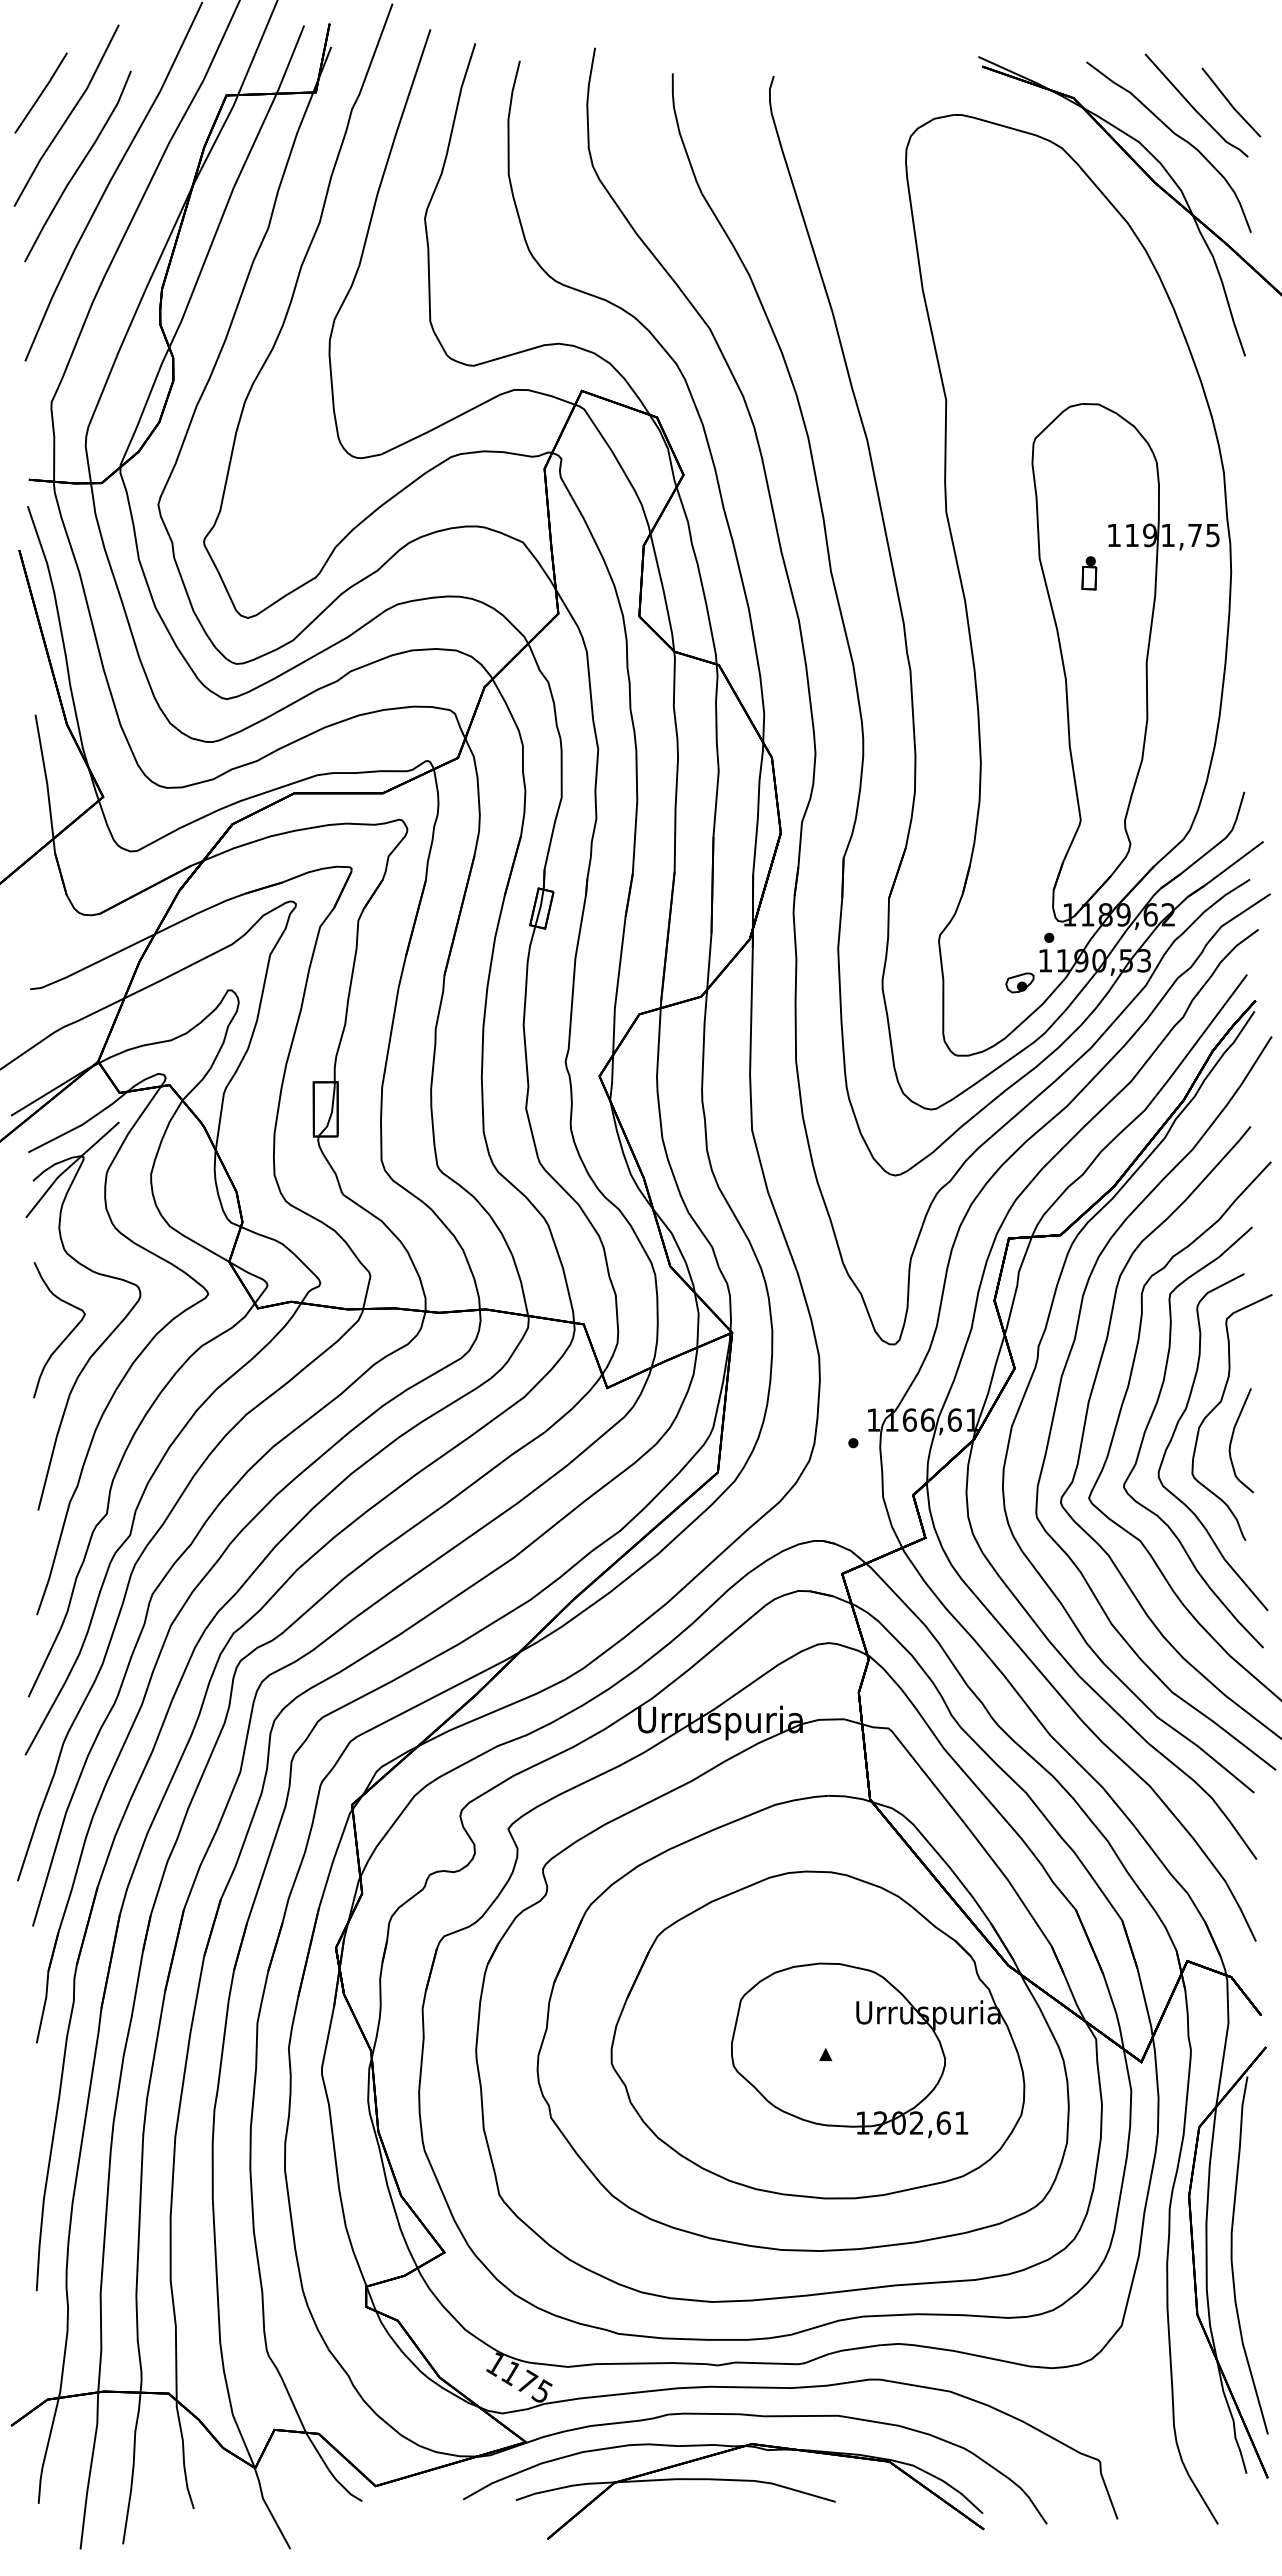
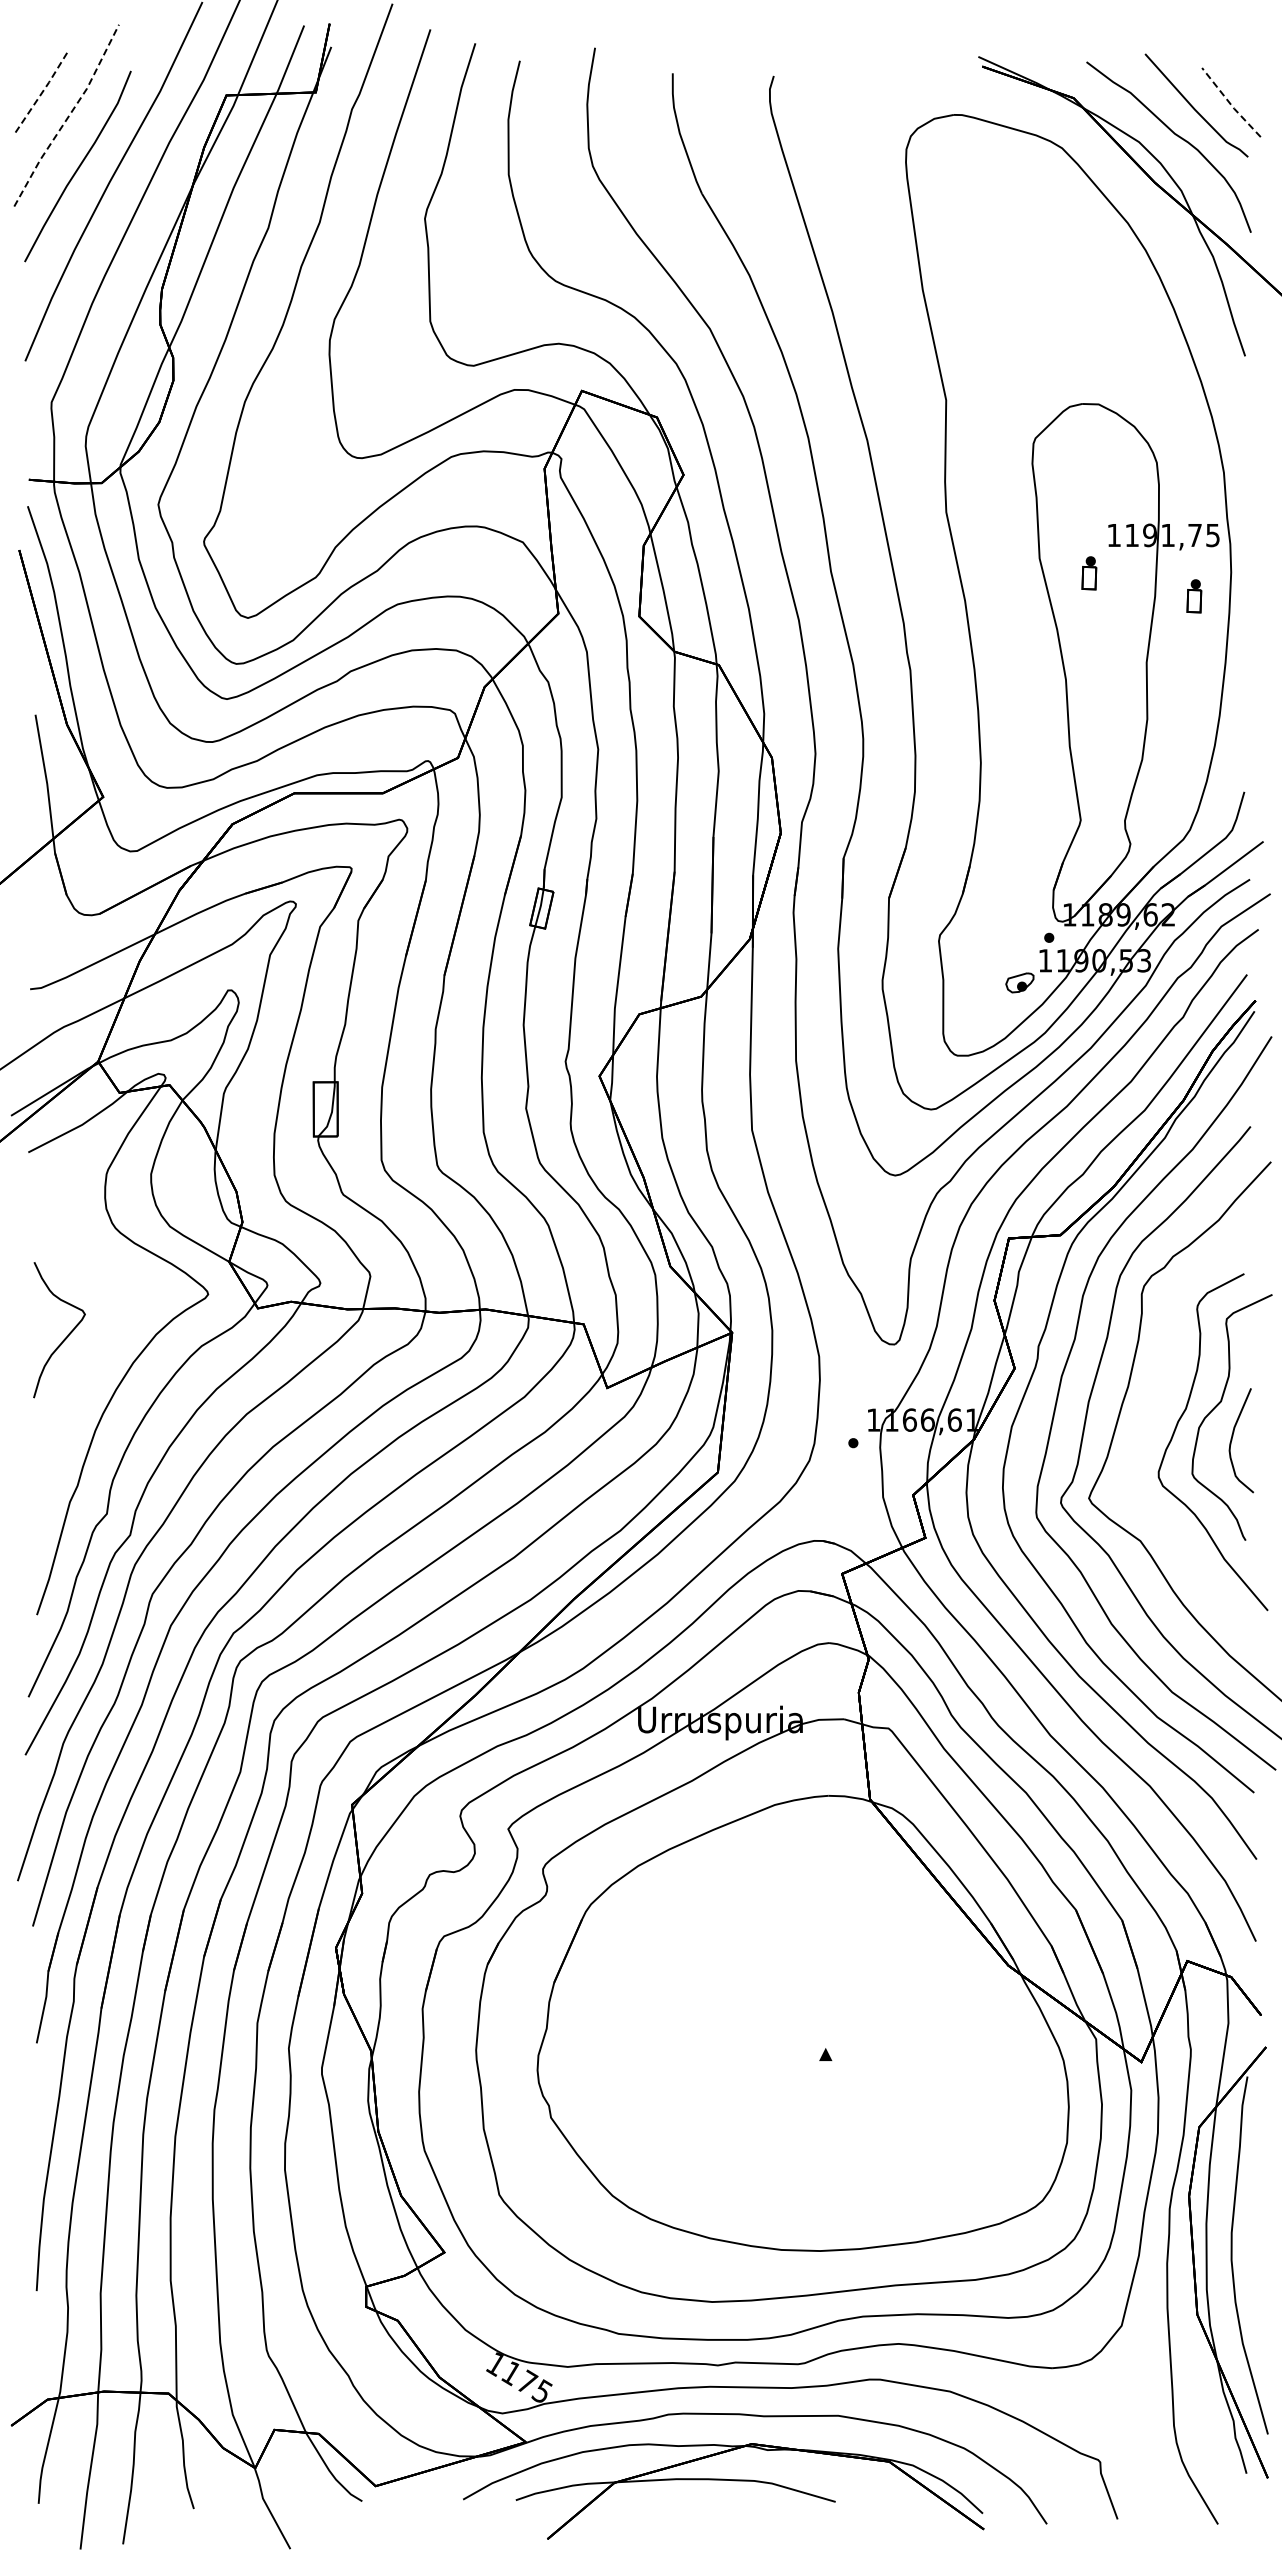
line at (41, 93): solid -> dashed
line at (1230, 104): solid -> dashed
line at (68, 116): solid -> dashed
part at (1194, 596): none -> present
part at (106, 1337): present -> none
curve at (1150, 1421): present -> none
part at (817, 2034): present -> none
